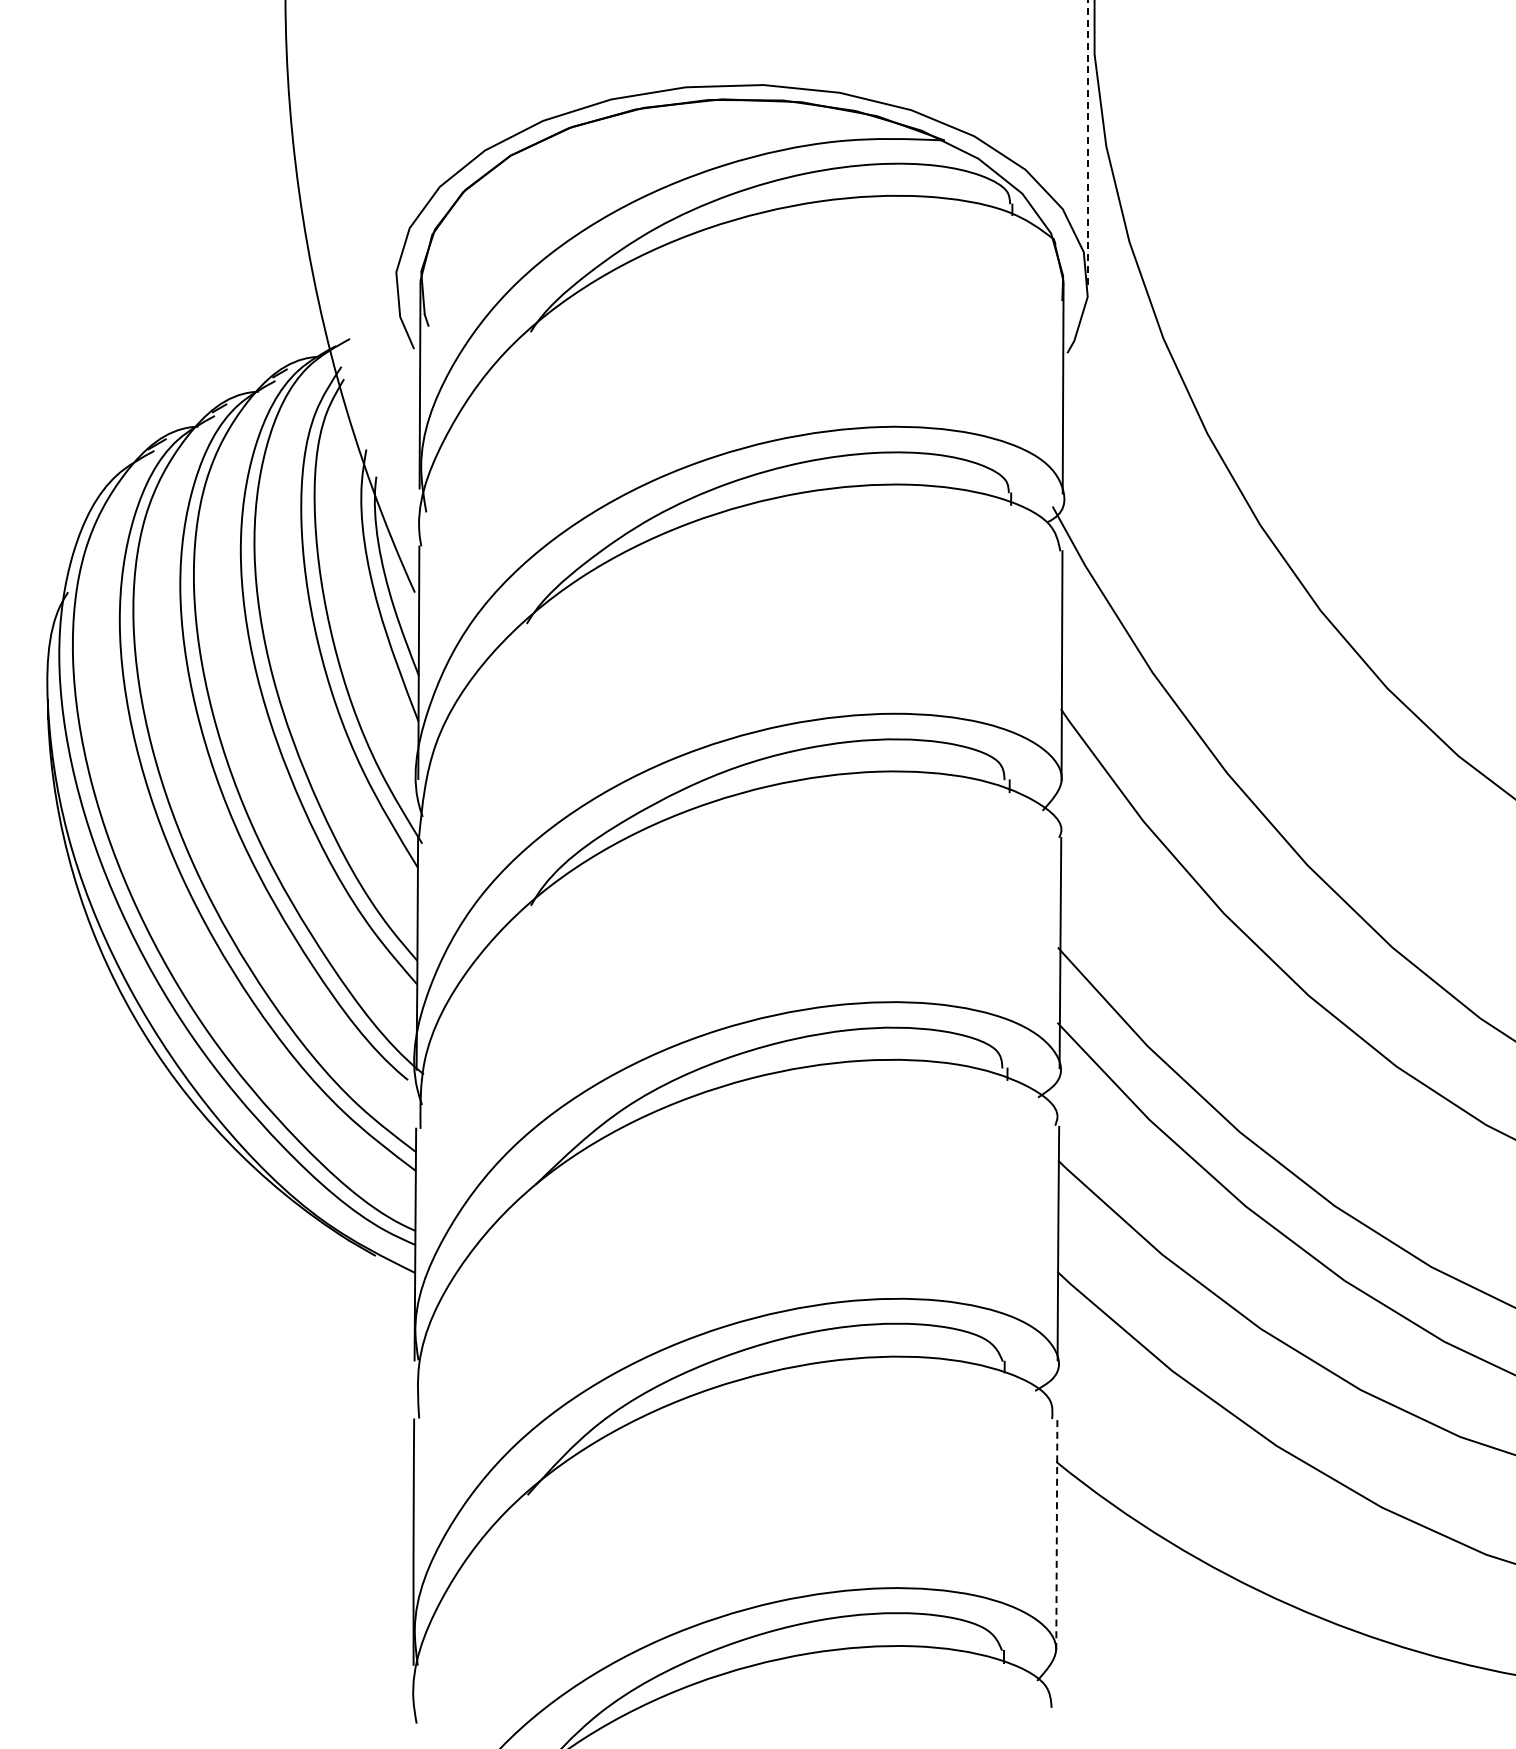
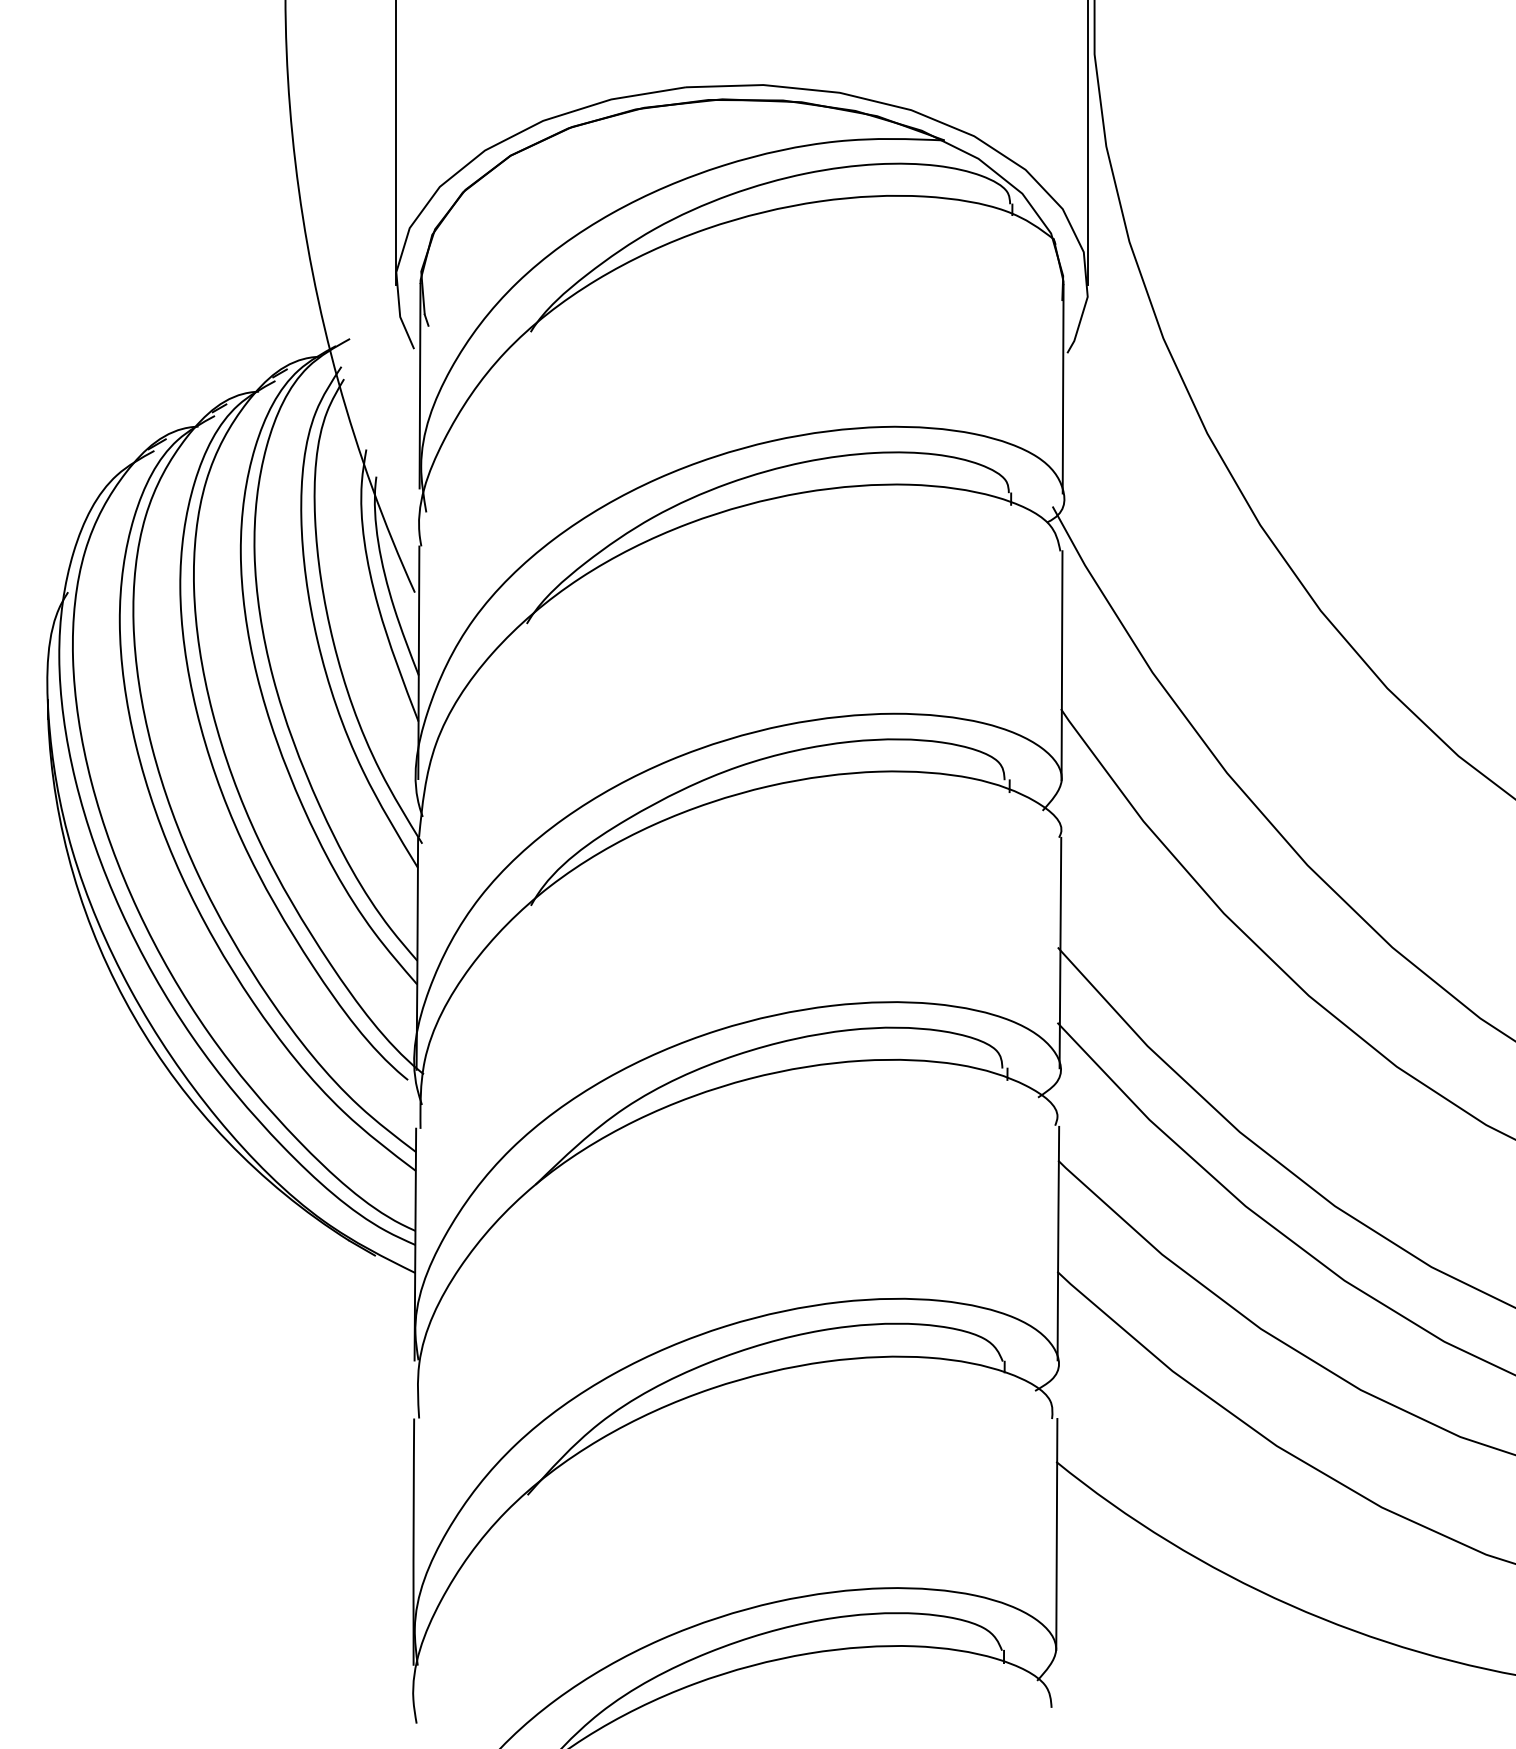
line at (1088, 142): dashed -> solid
line at (395, 143): none -> present
line at (1056, 1533): dashed -> solid
